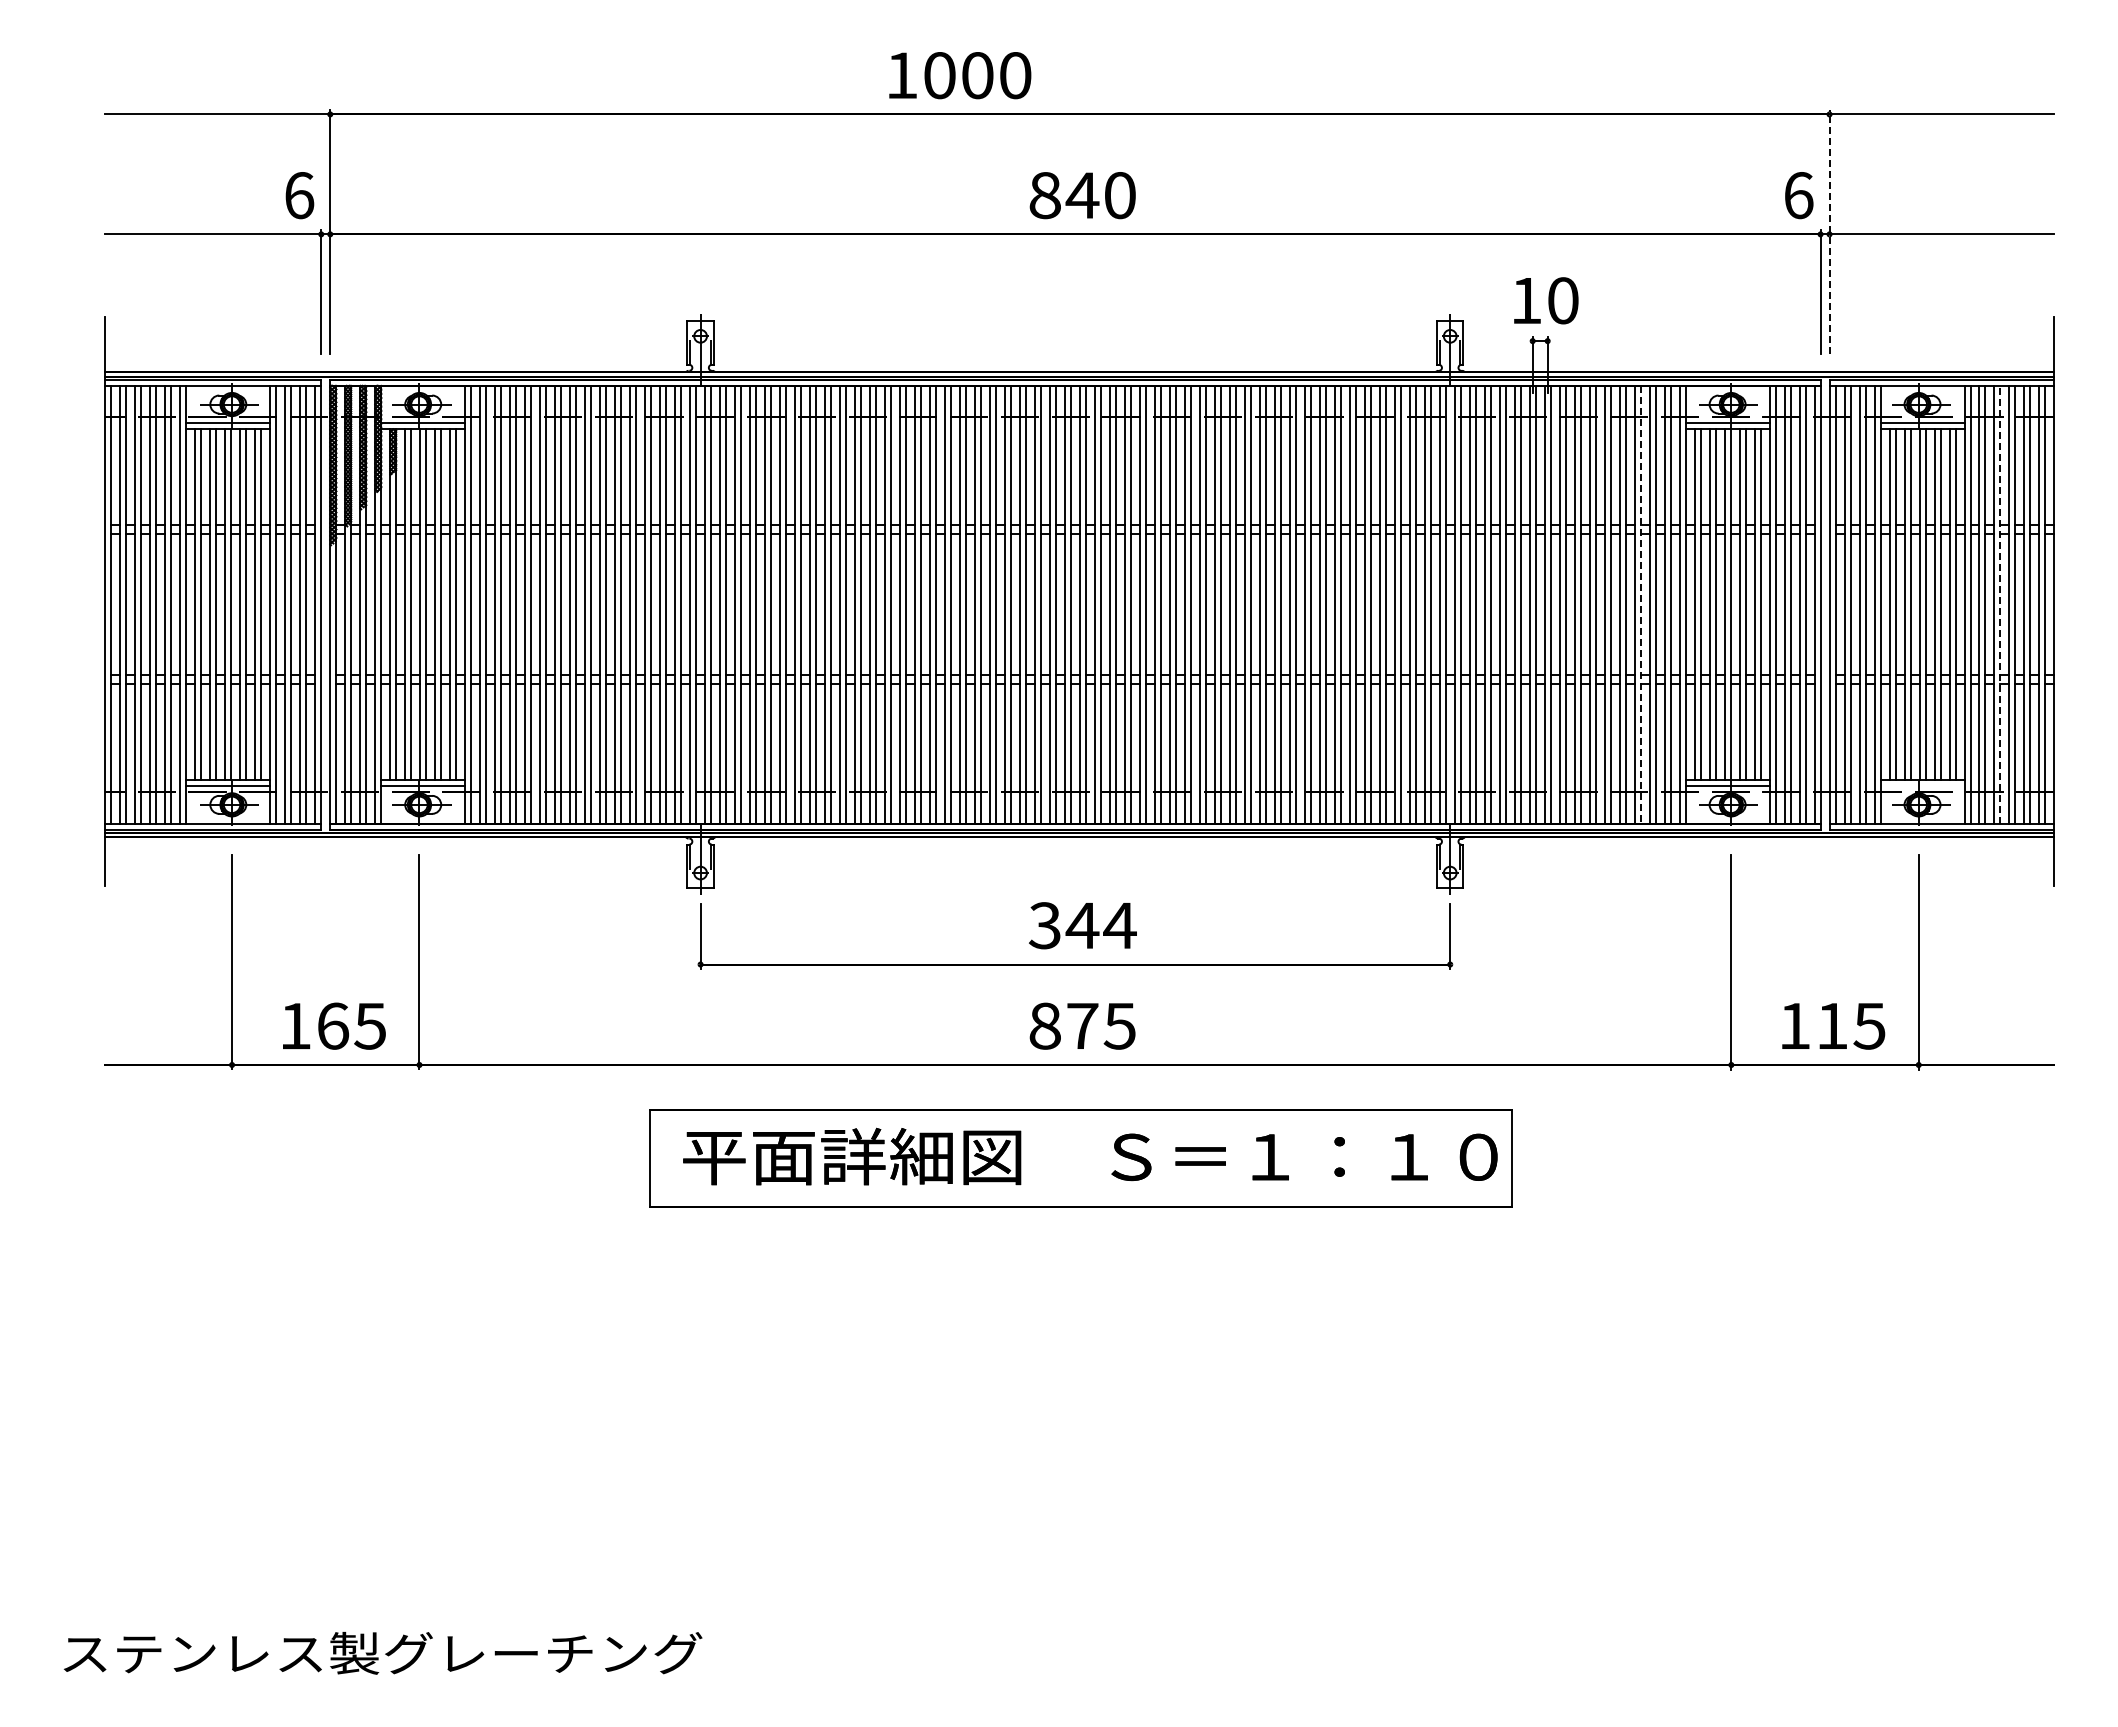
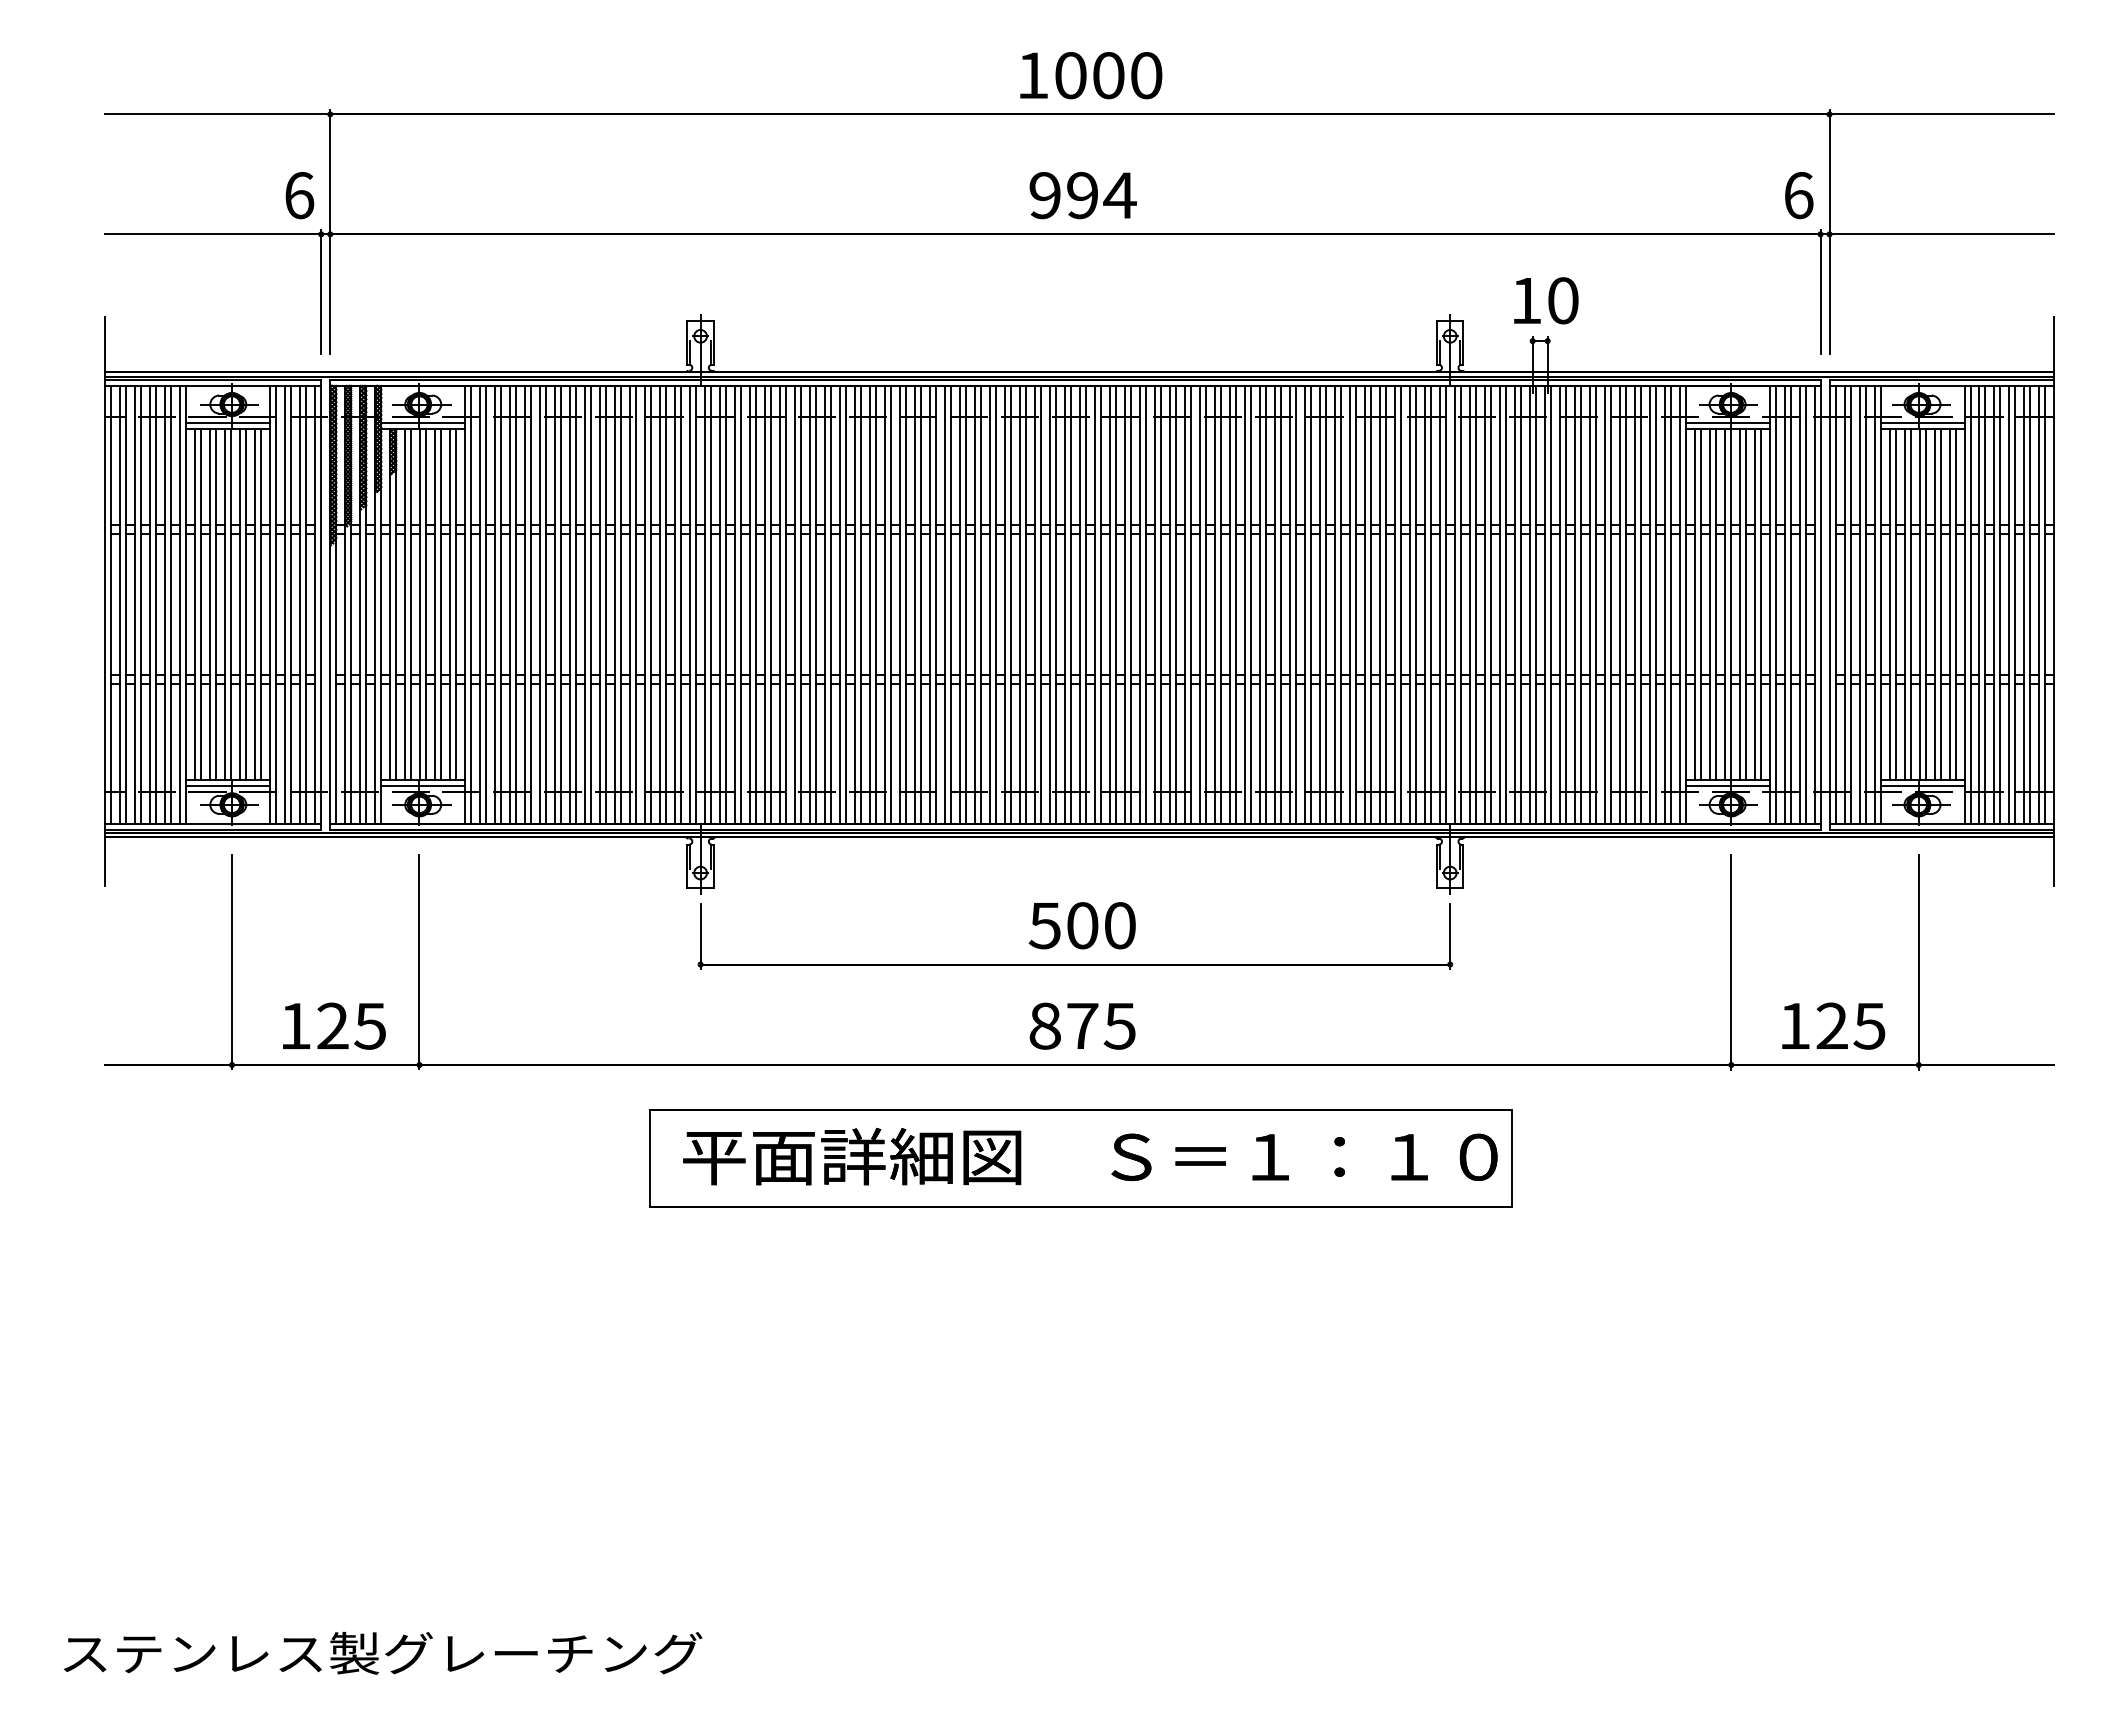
text at (960, 75) position: (960, 75) -> (1091, 75)
text at (1082, 195): 840 -> 994
line at (1829, 231): dashed -> solid
line at (1640, 604): dashed -> solid
line at (2000, 604): dashed -> solid
line at (1922, 786): none -> present
text at (1082, 925): 344 -> 500
text at (333, 1025): 165 -> 125
text at (1831, 1025): 115 -> 125
